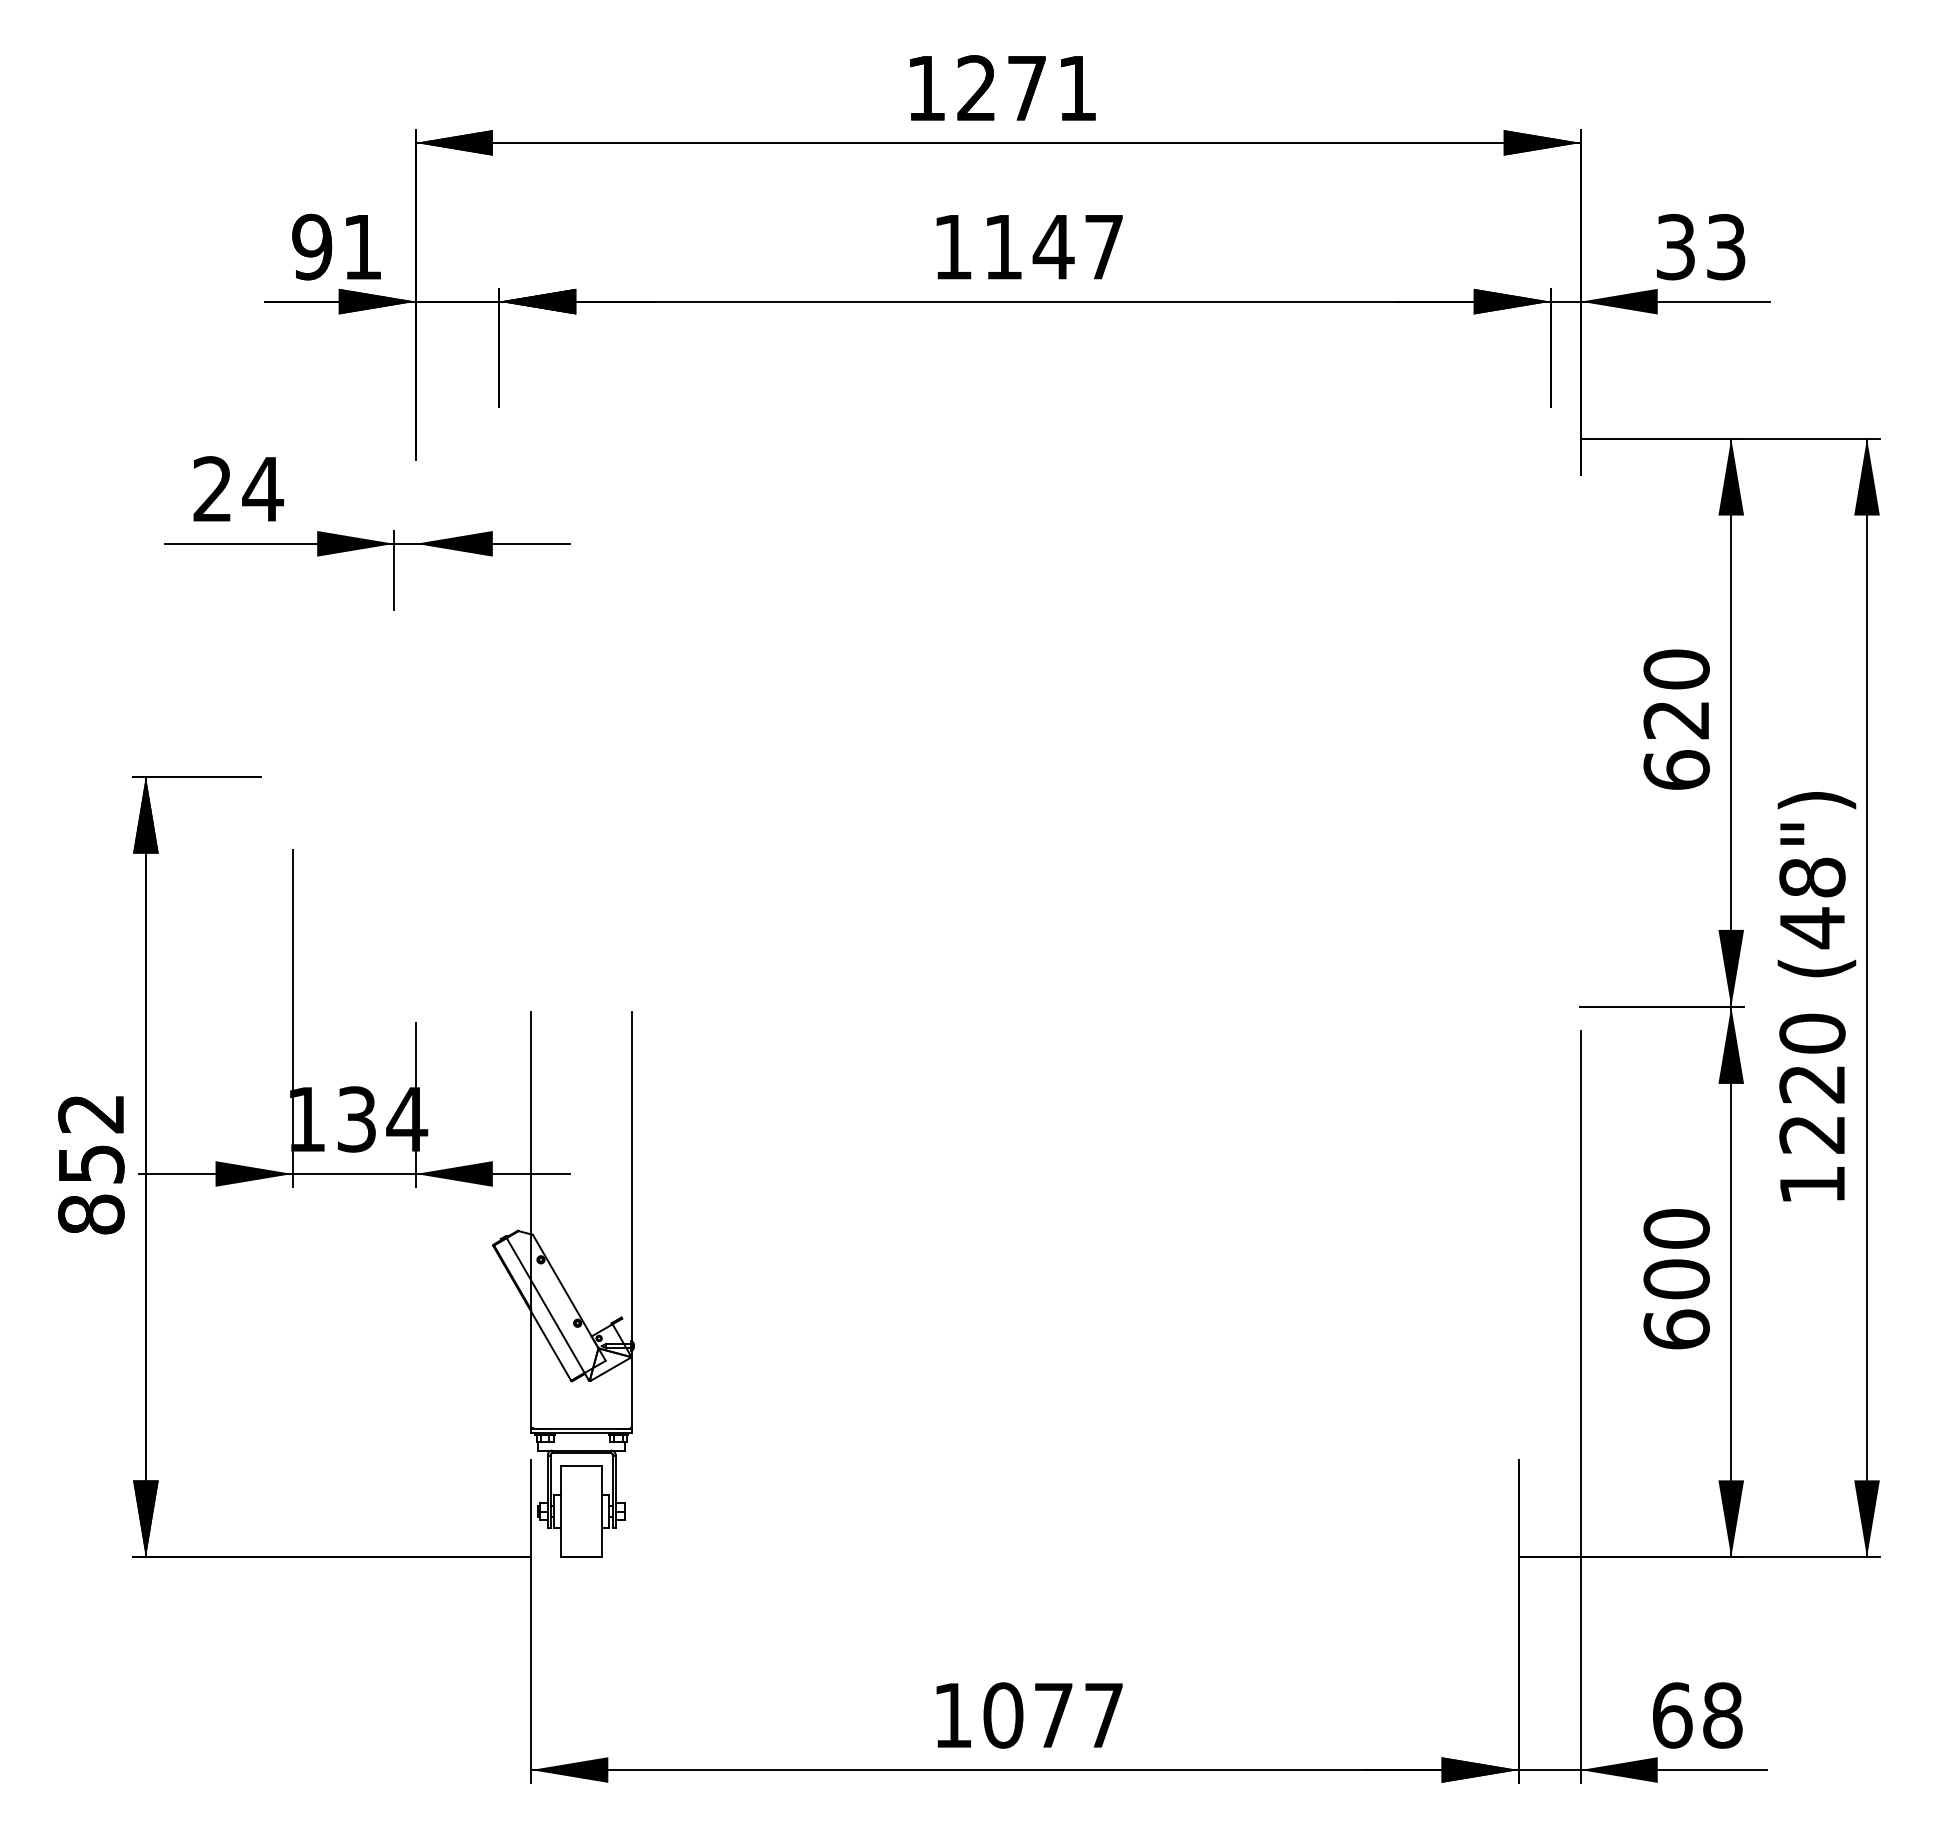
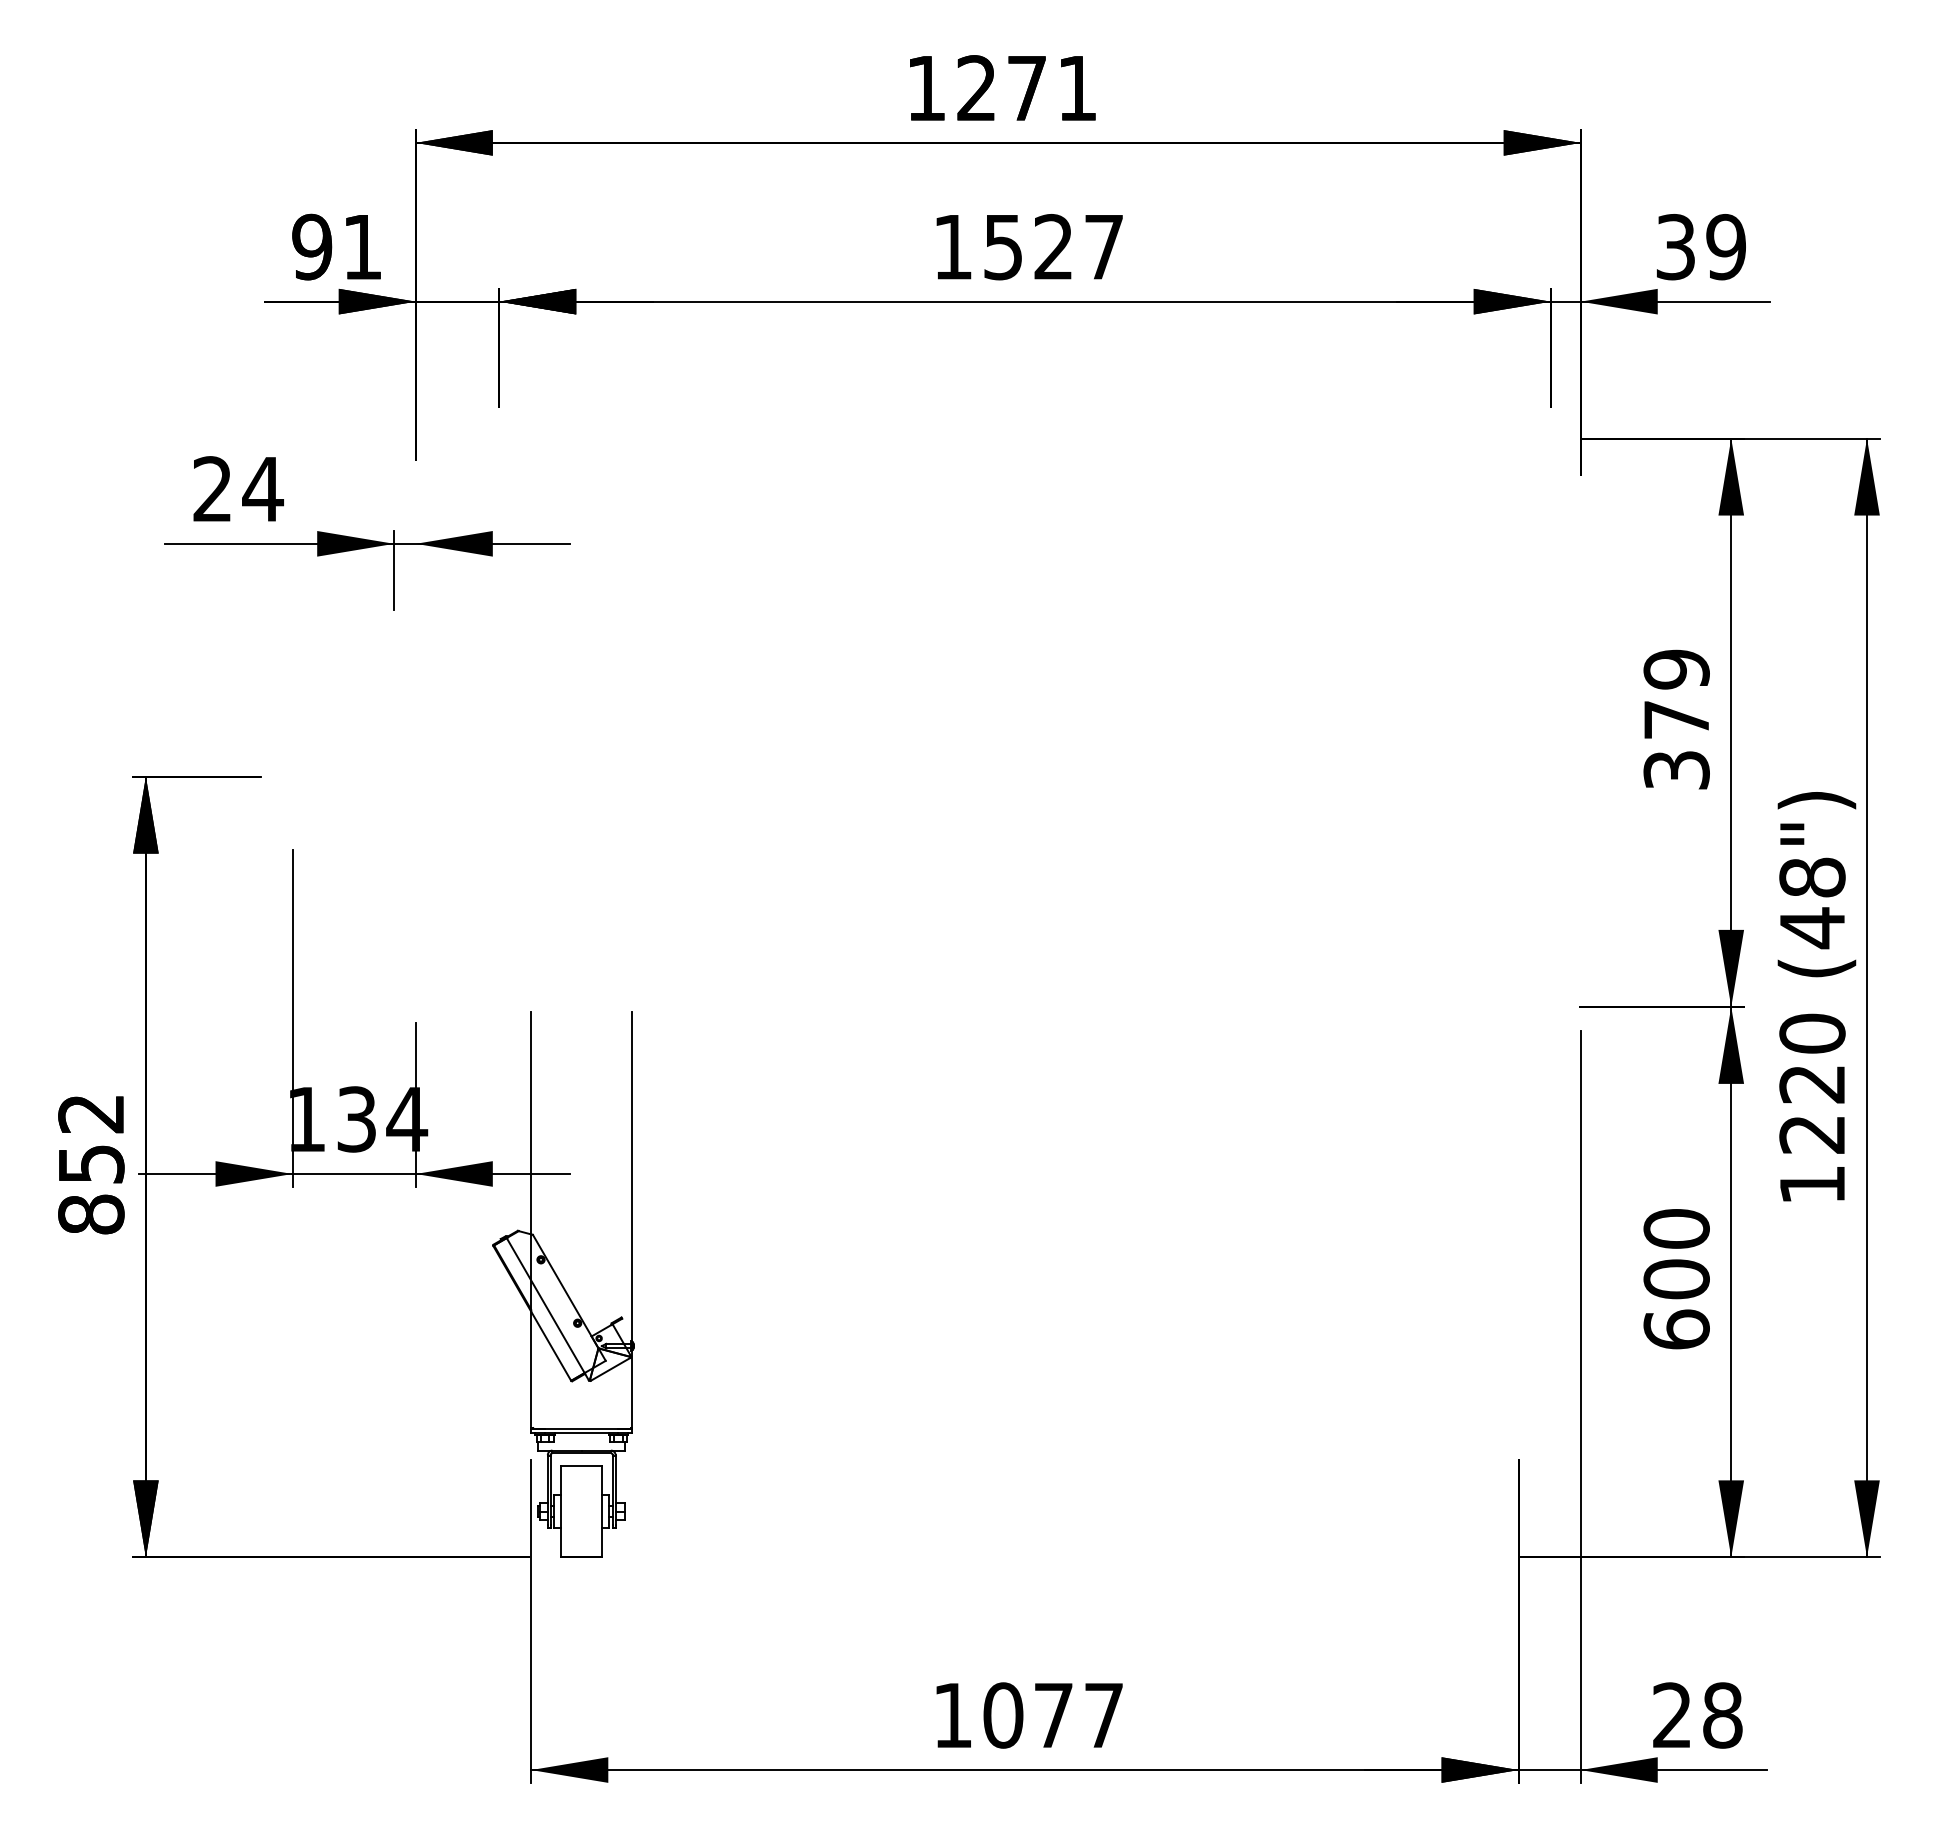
text at (1029, 247): 1147 -> 1527
text at (1725, 247): 33 -> 39
text at (1676, 719): 620 -> 379
text at (1672, 1715): 68 -> 28
